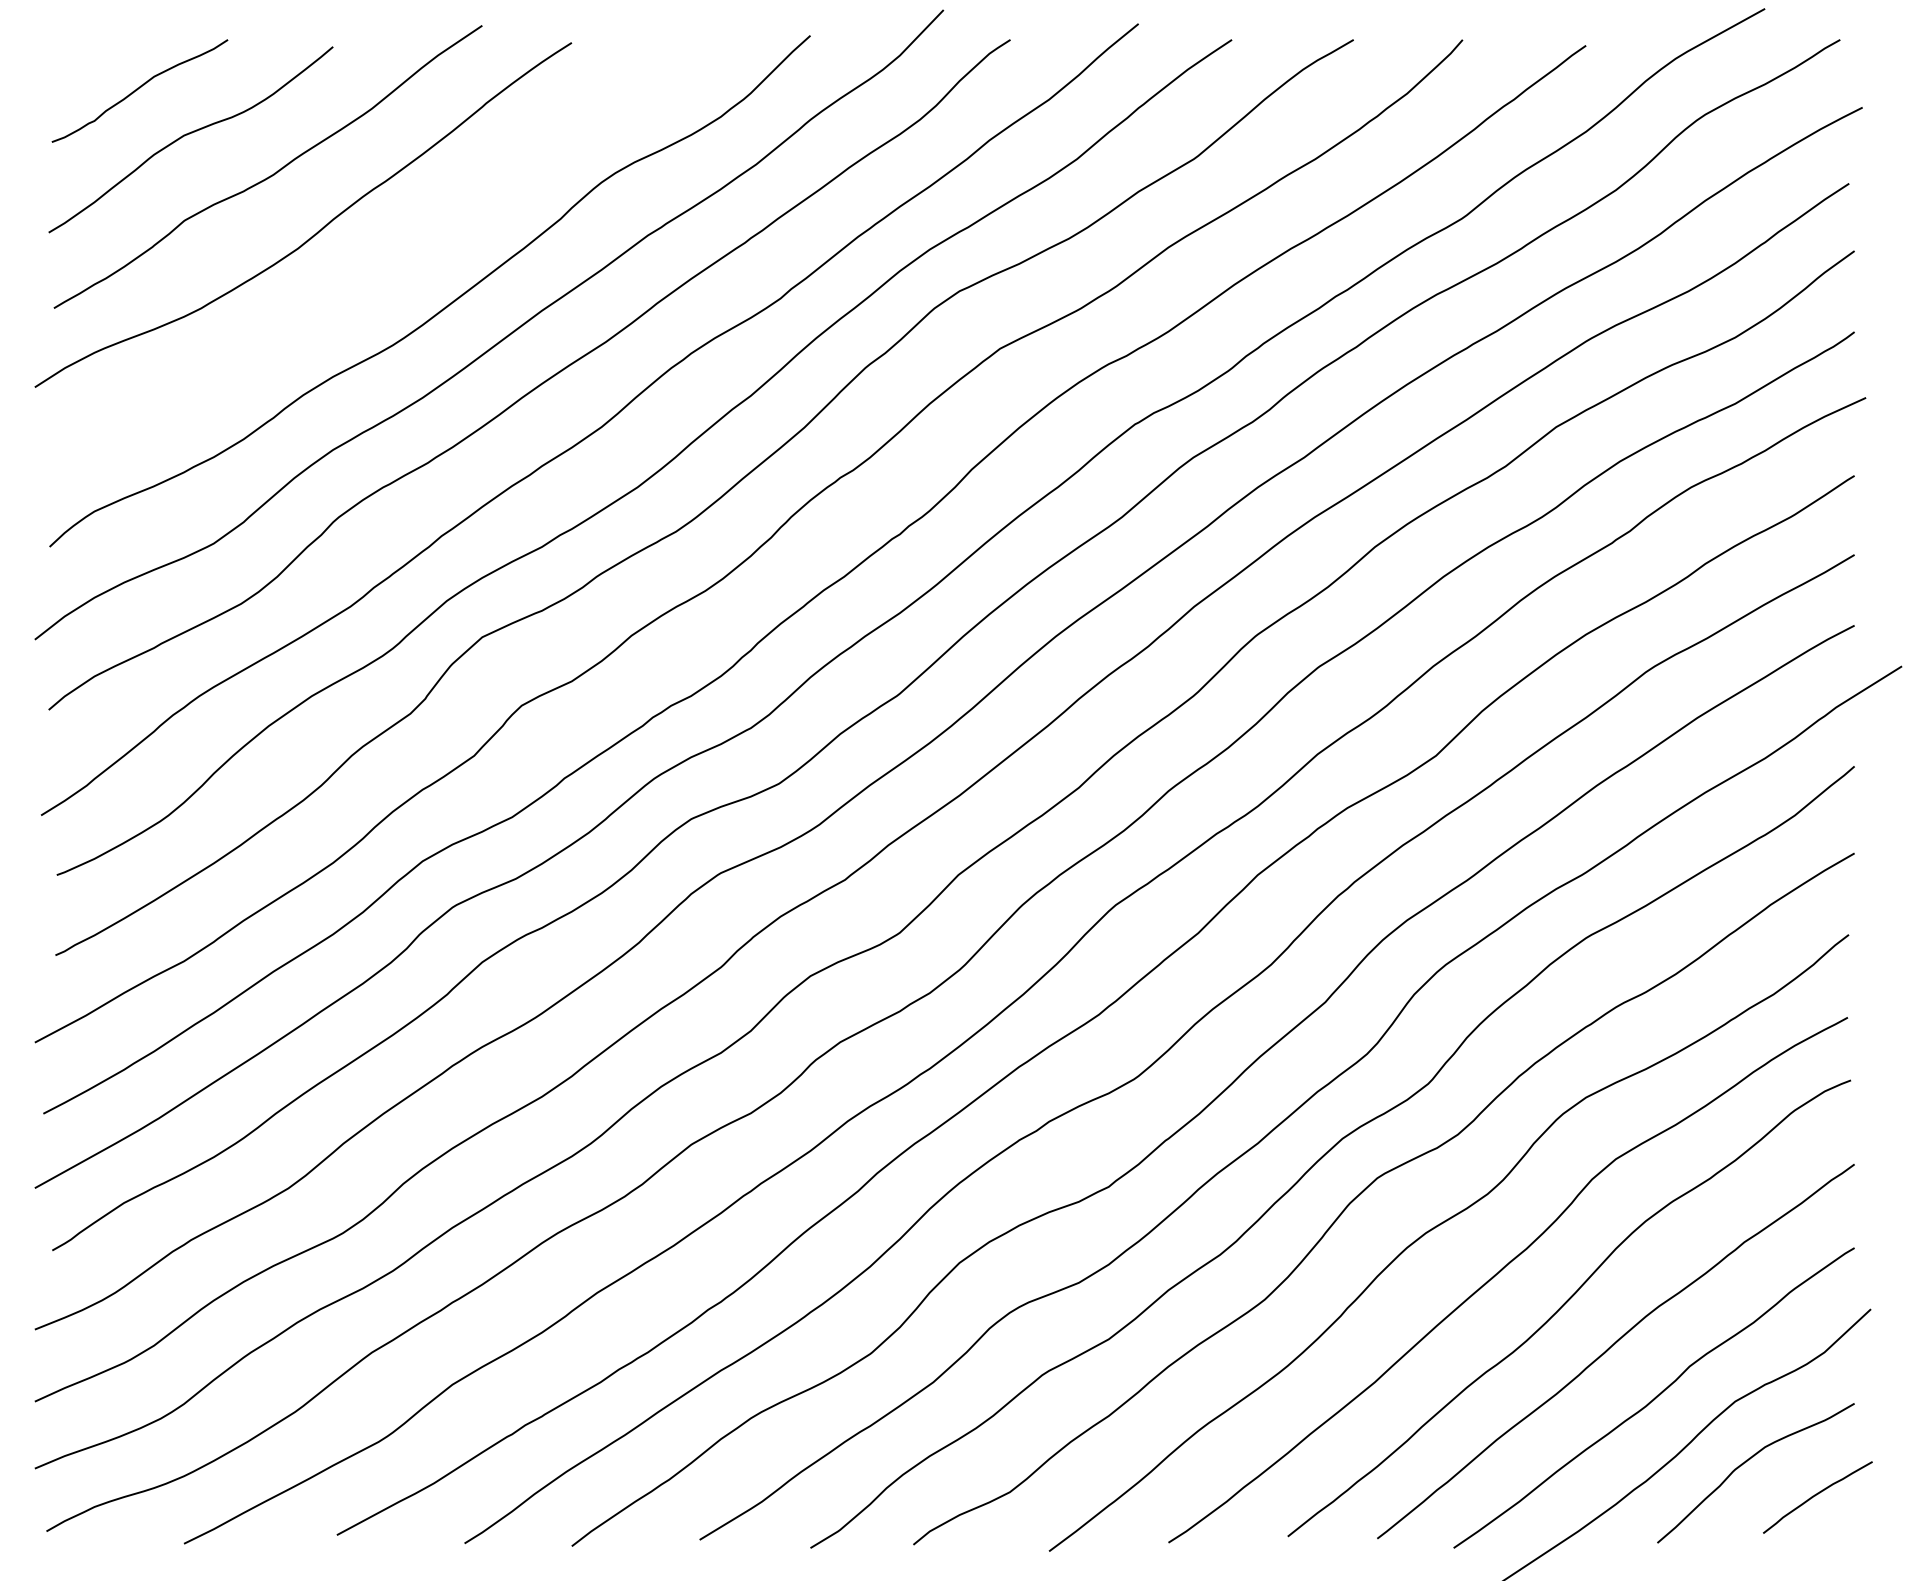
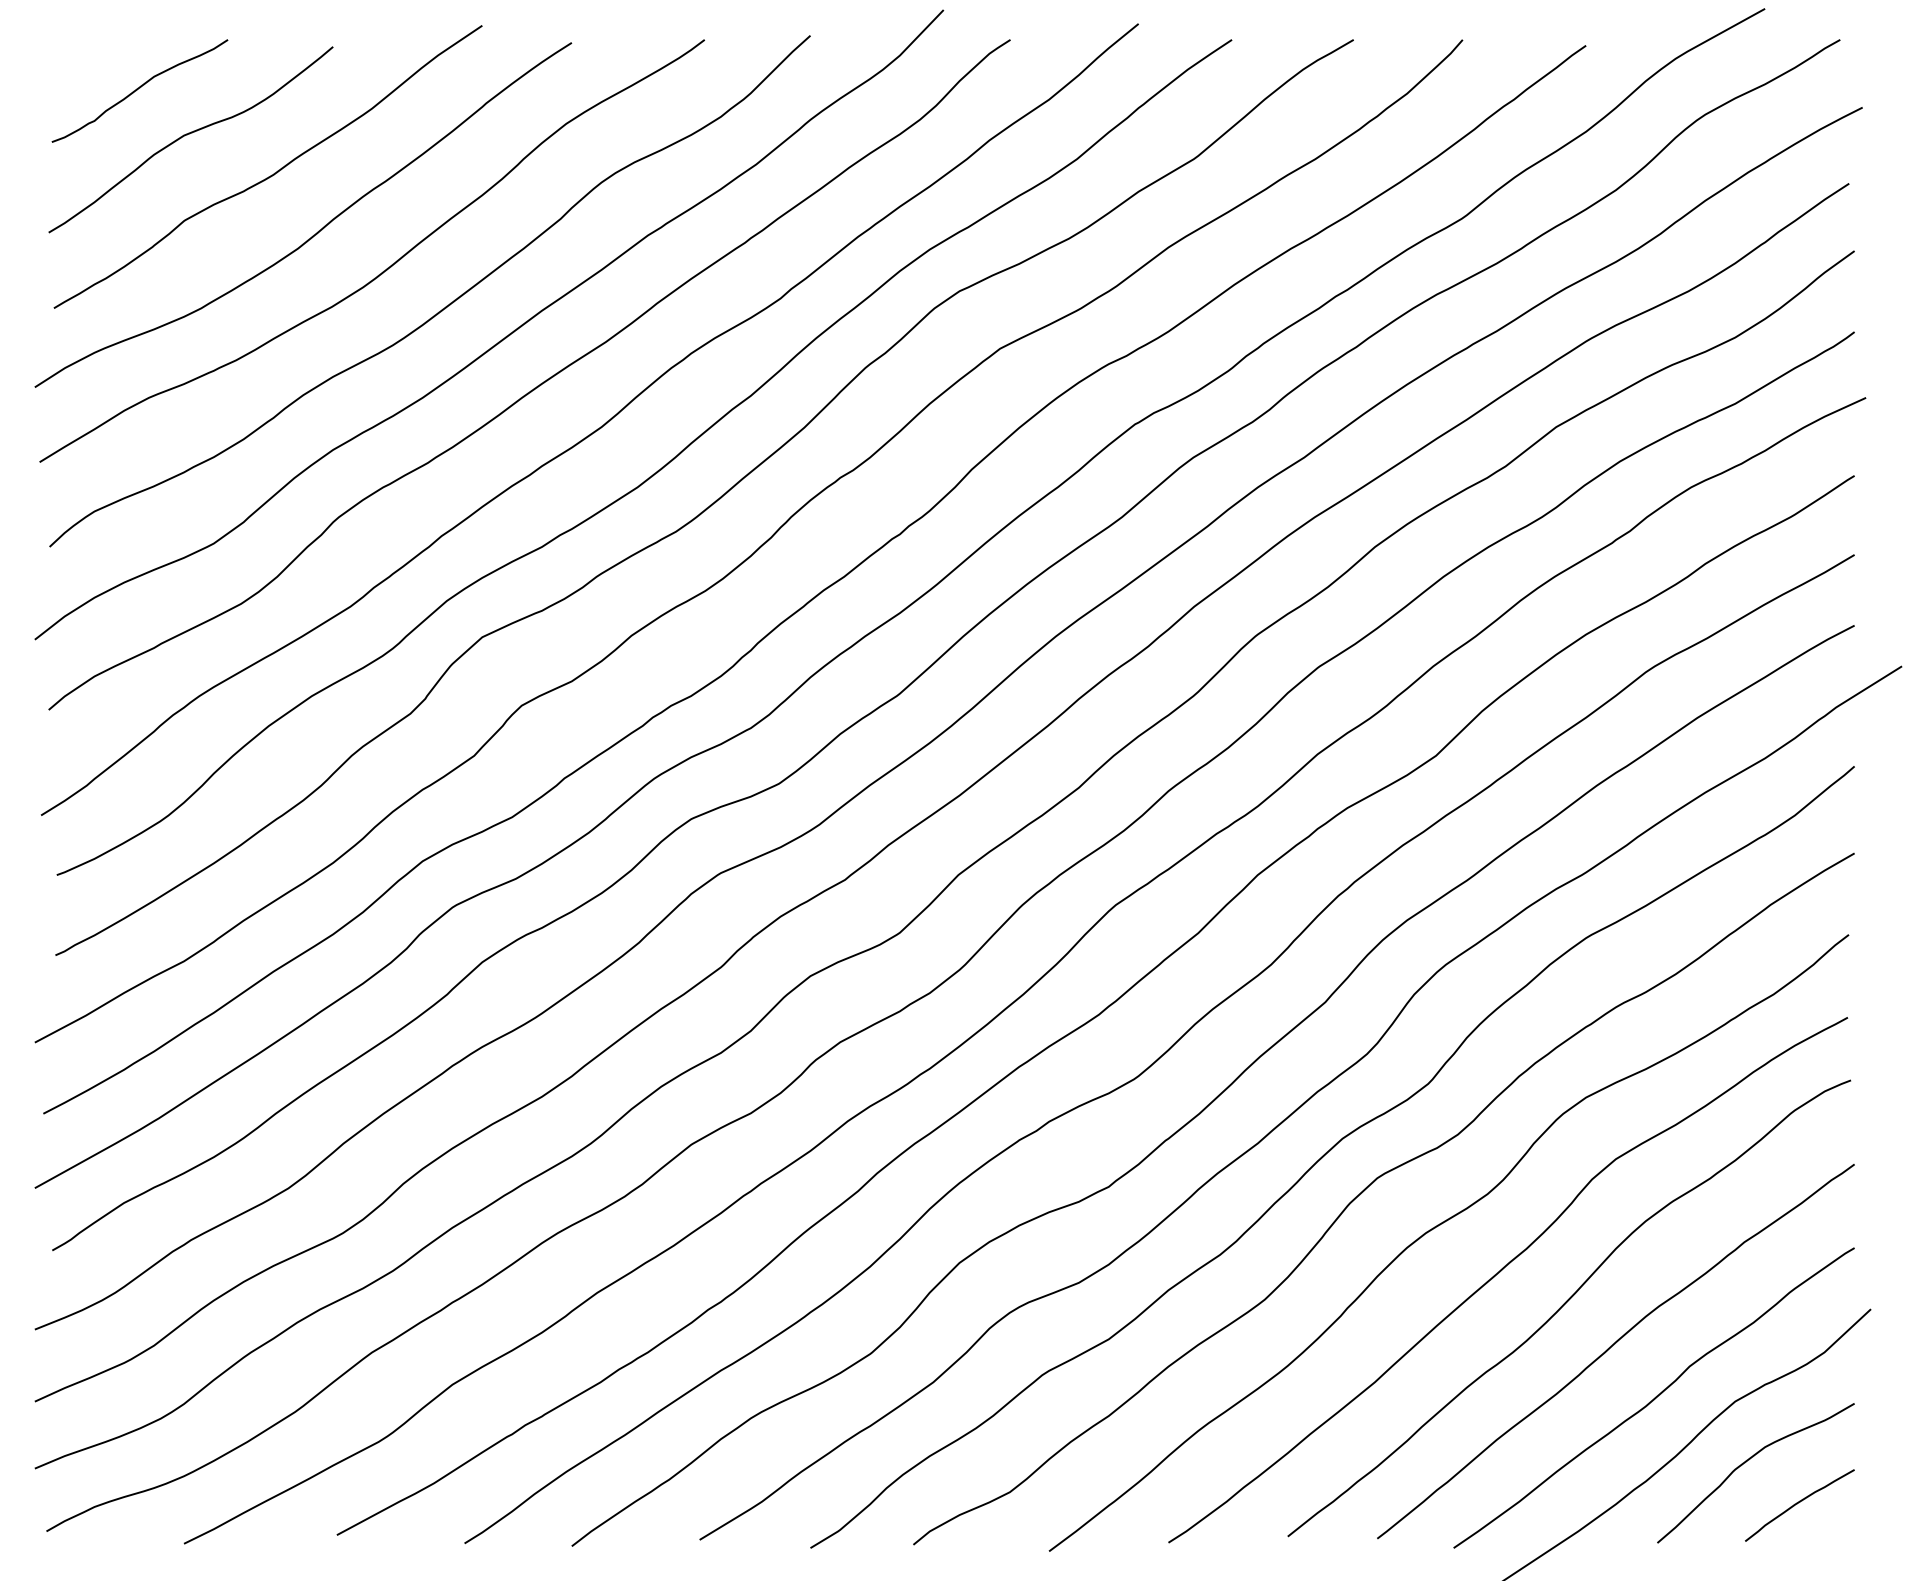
curve at (387, 267): none -> present
curve at (1816, 1495) position: (1816, 1495) -> (1798, 1503)
